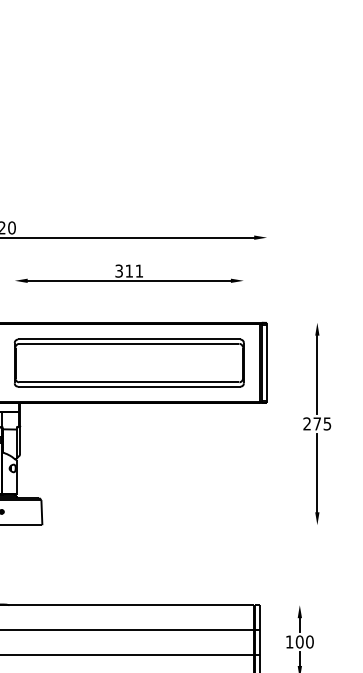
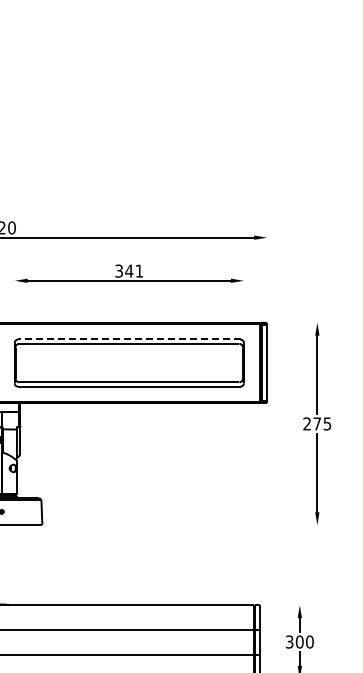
text at (129, 270): 311 -> 341
line at (128, 339): solid -> dashed
text at (289, 641): 100 -> 300
